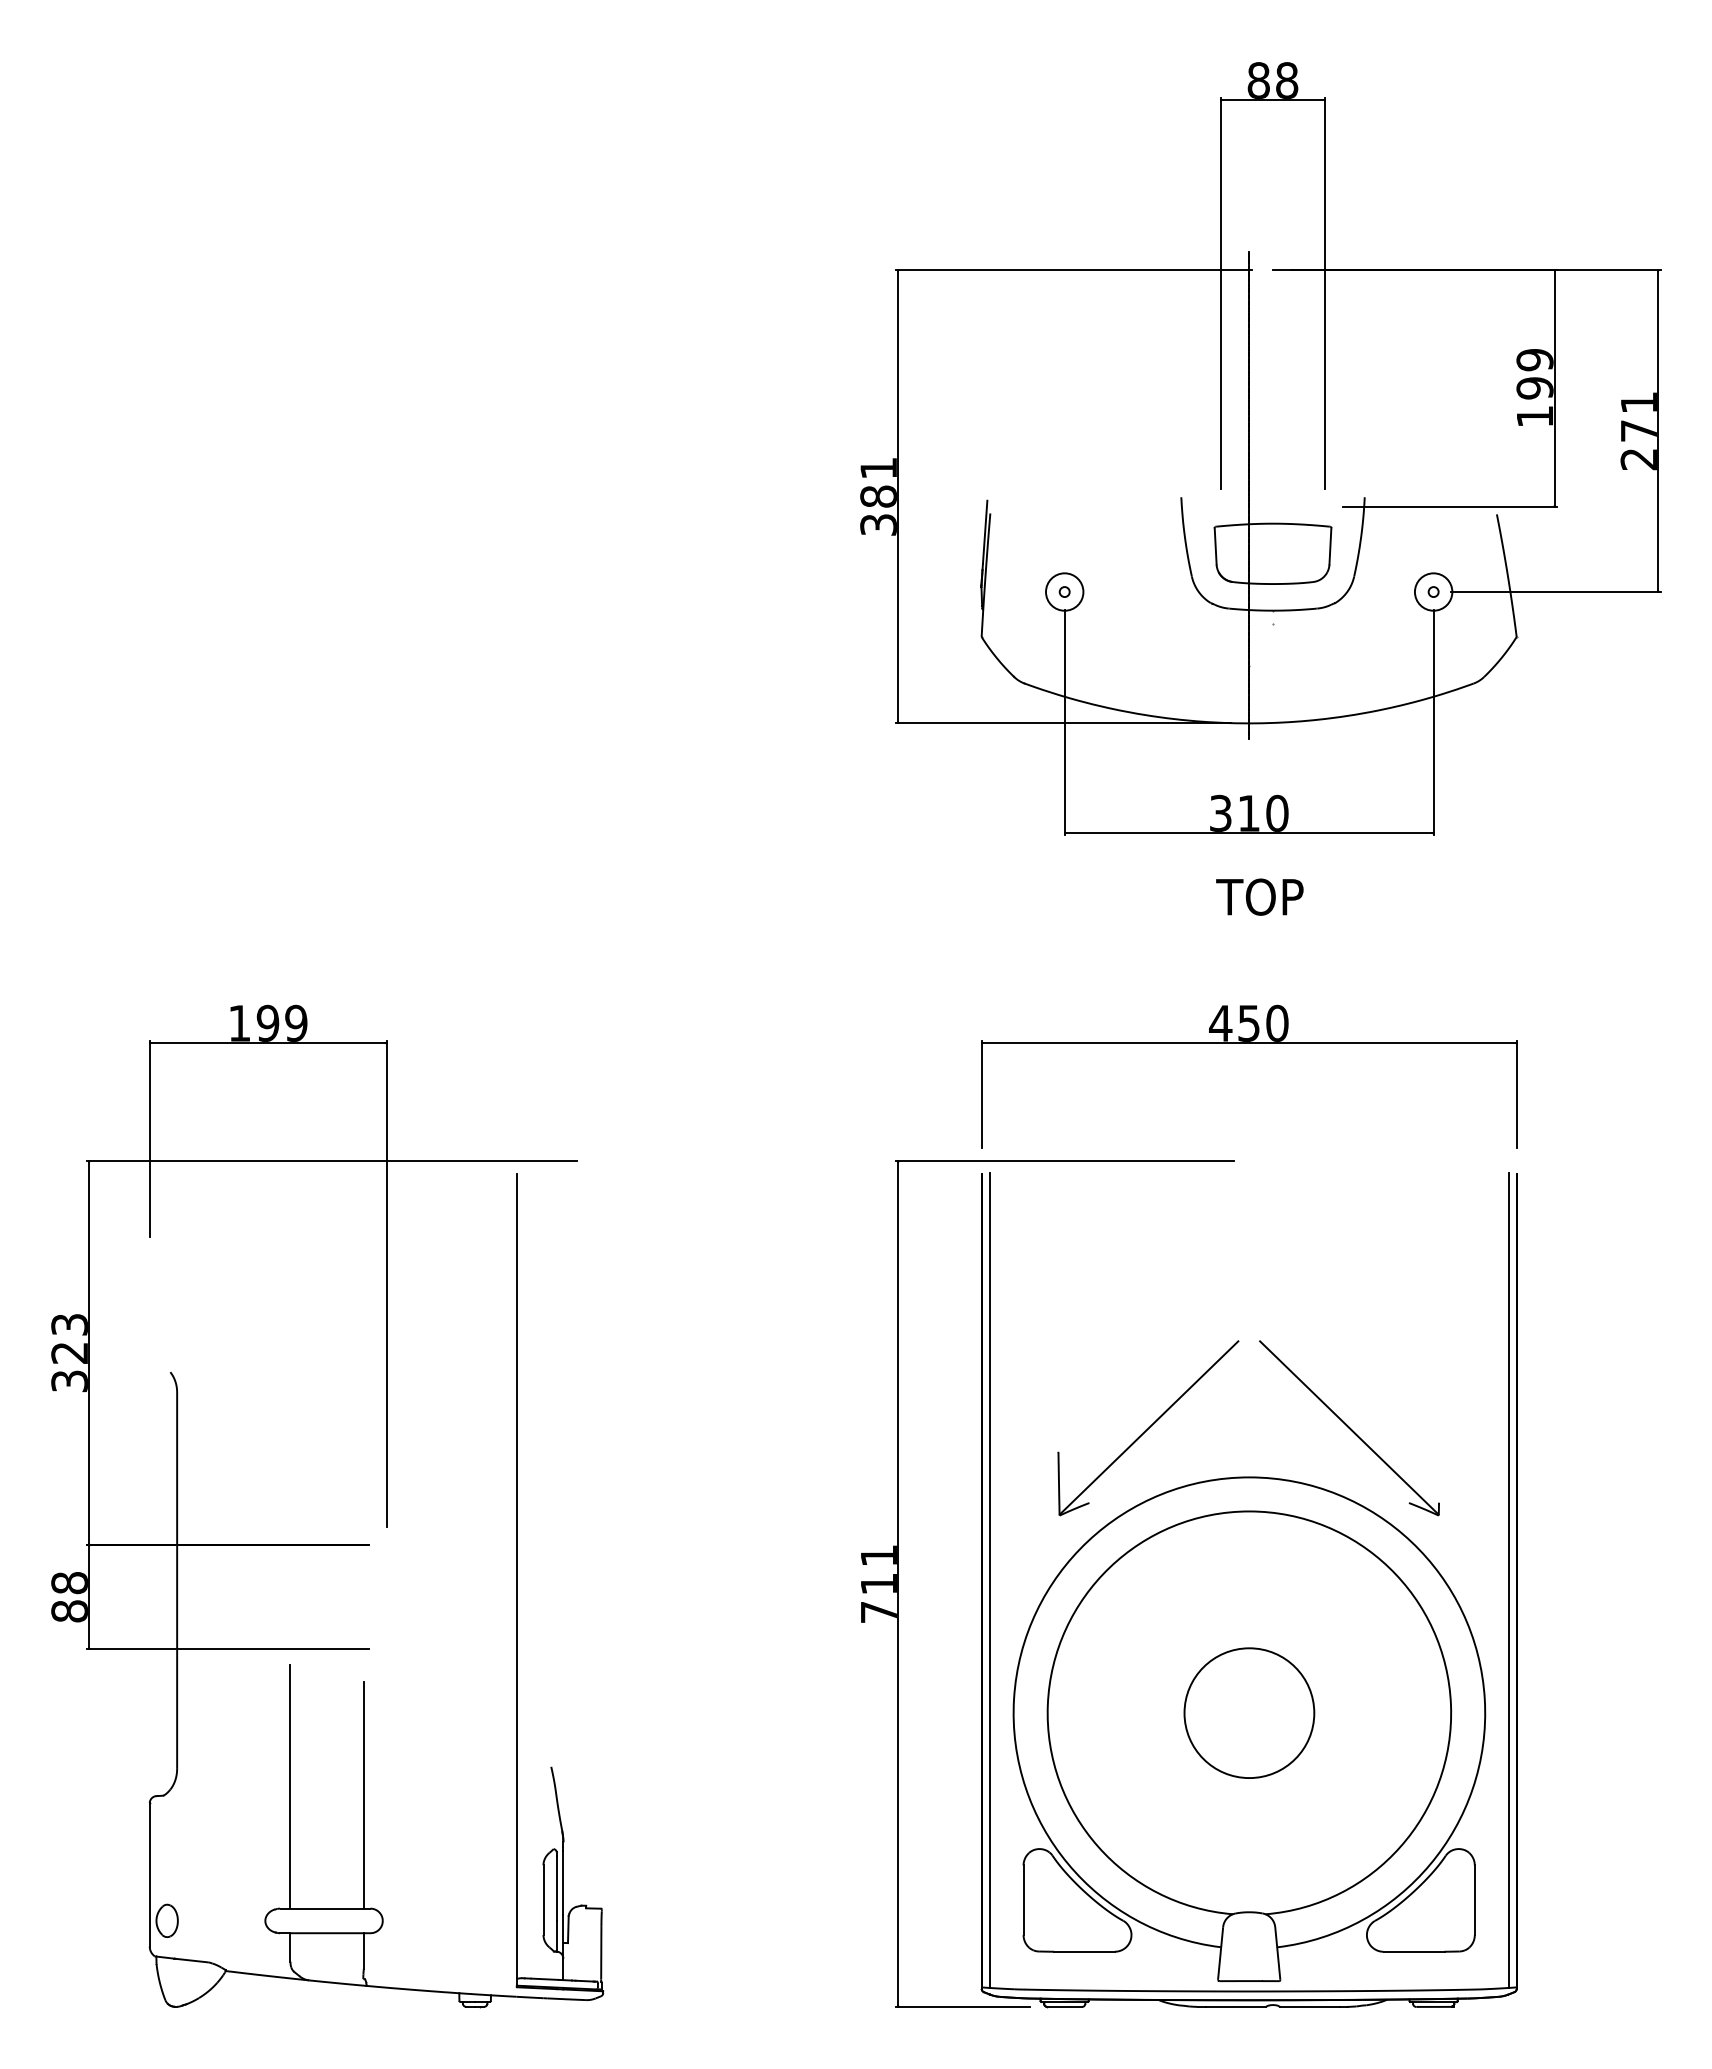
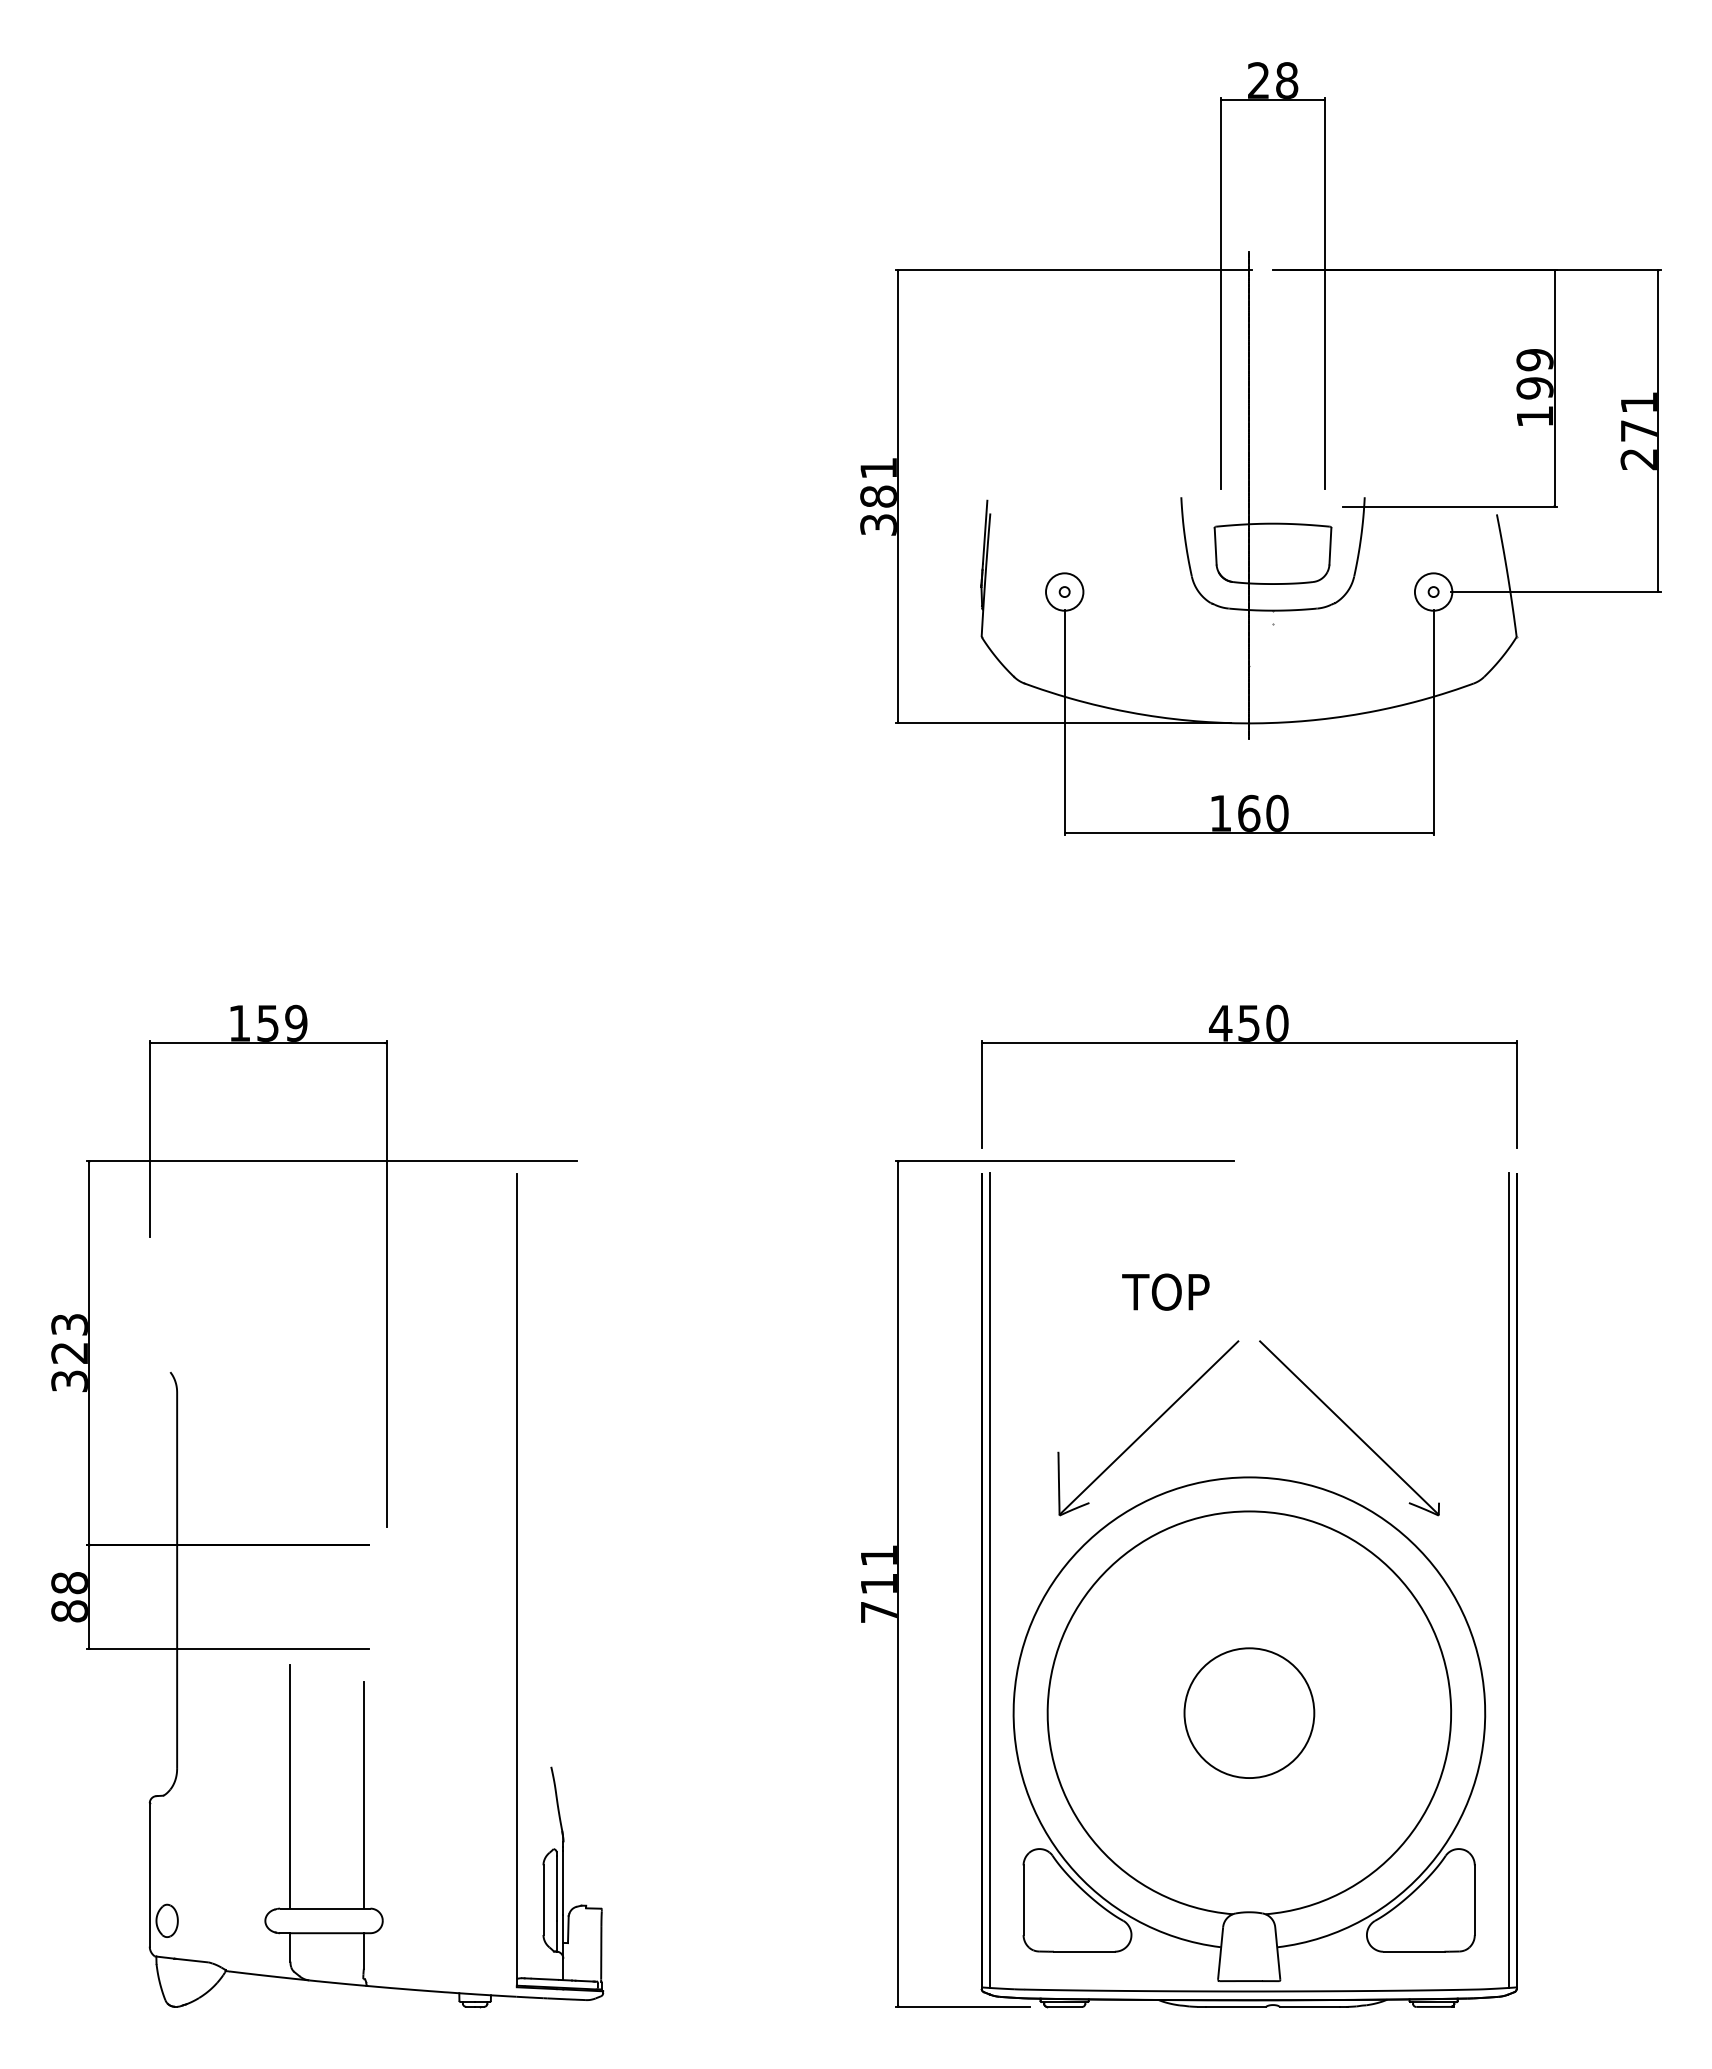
text at (1258, 80): 88 -> 28
text at (1235, 812): 310 -> 160
text at (1259, 896) position: (1259, 896) -> (1165, 1291)
text at (267, 1022): 199 -> 159
